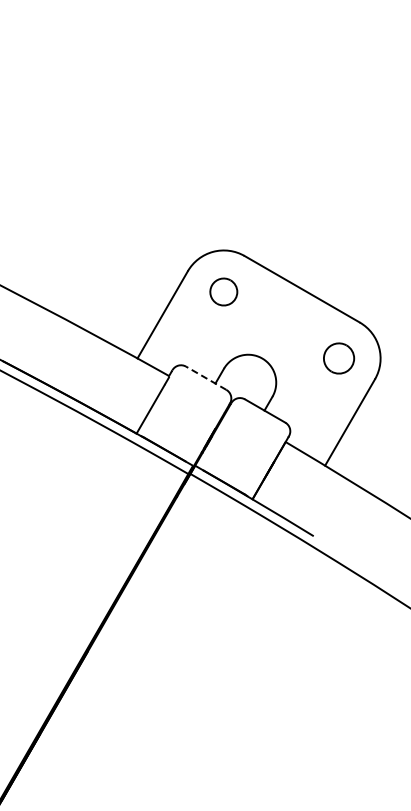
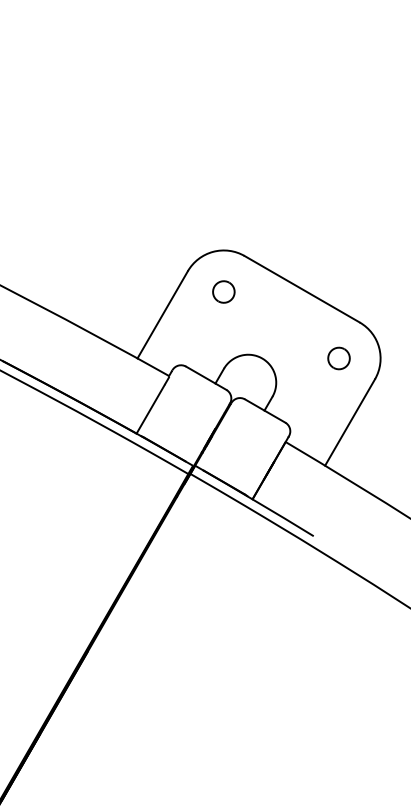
part at (223, 291) size: 30x30 px -> 24x24 px
part at (339, 358) size: 33x33 px -> 24x25 px
line at (205, 377): dashed -> solid
